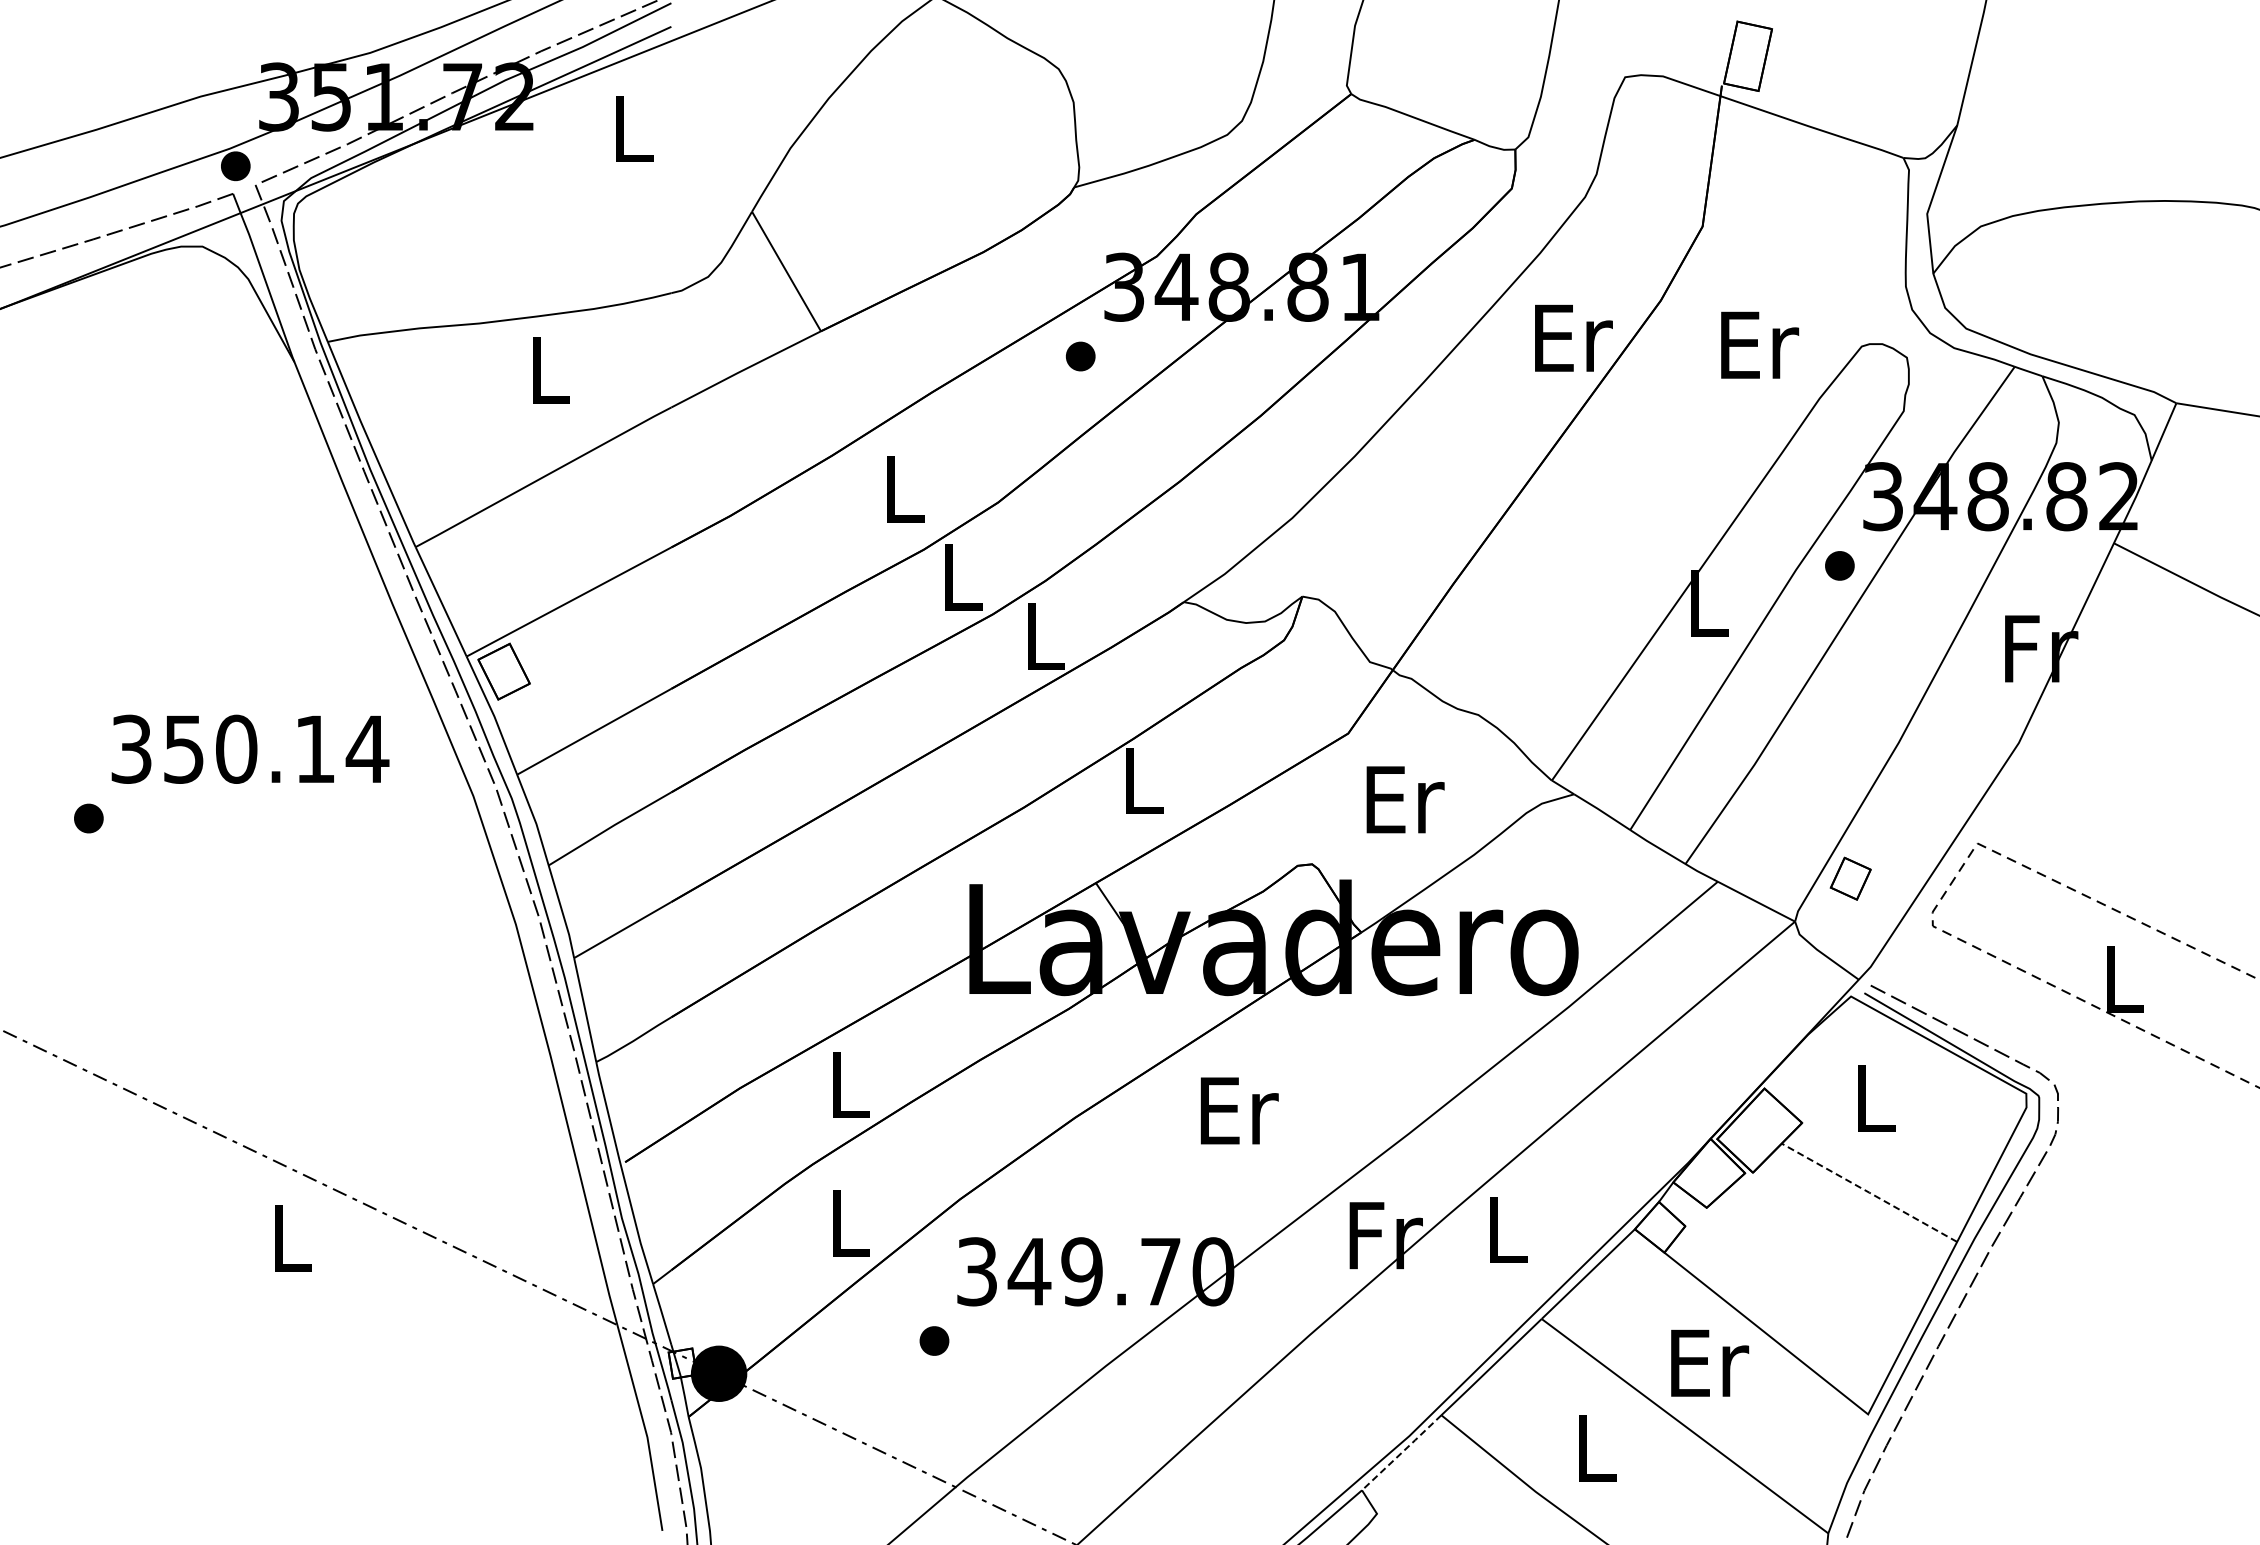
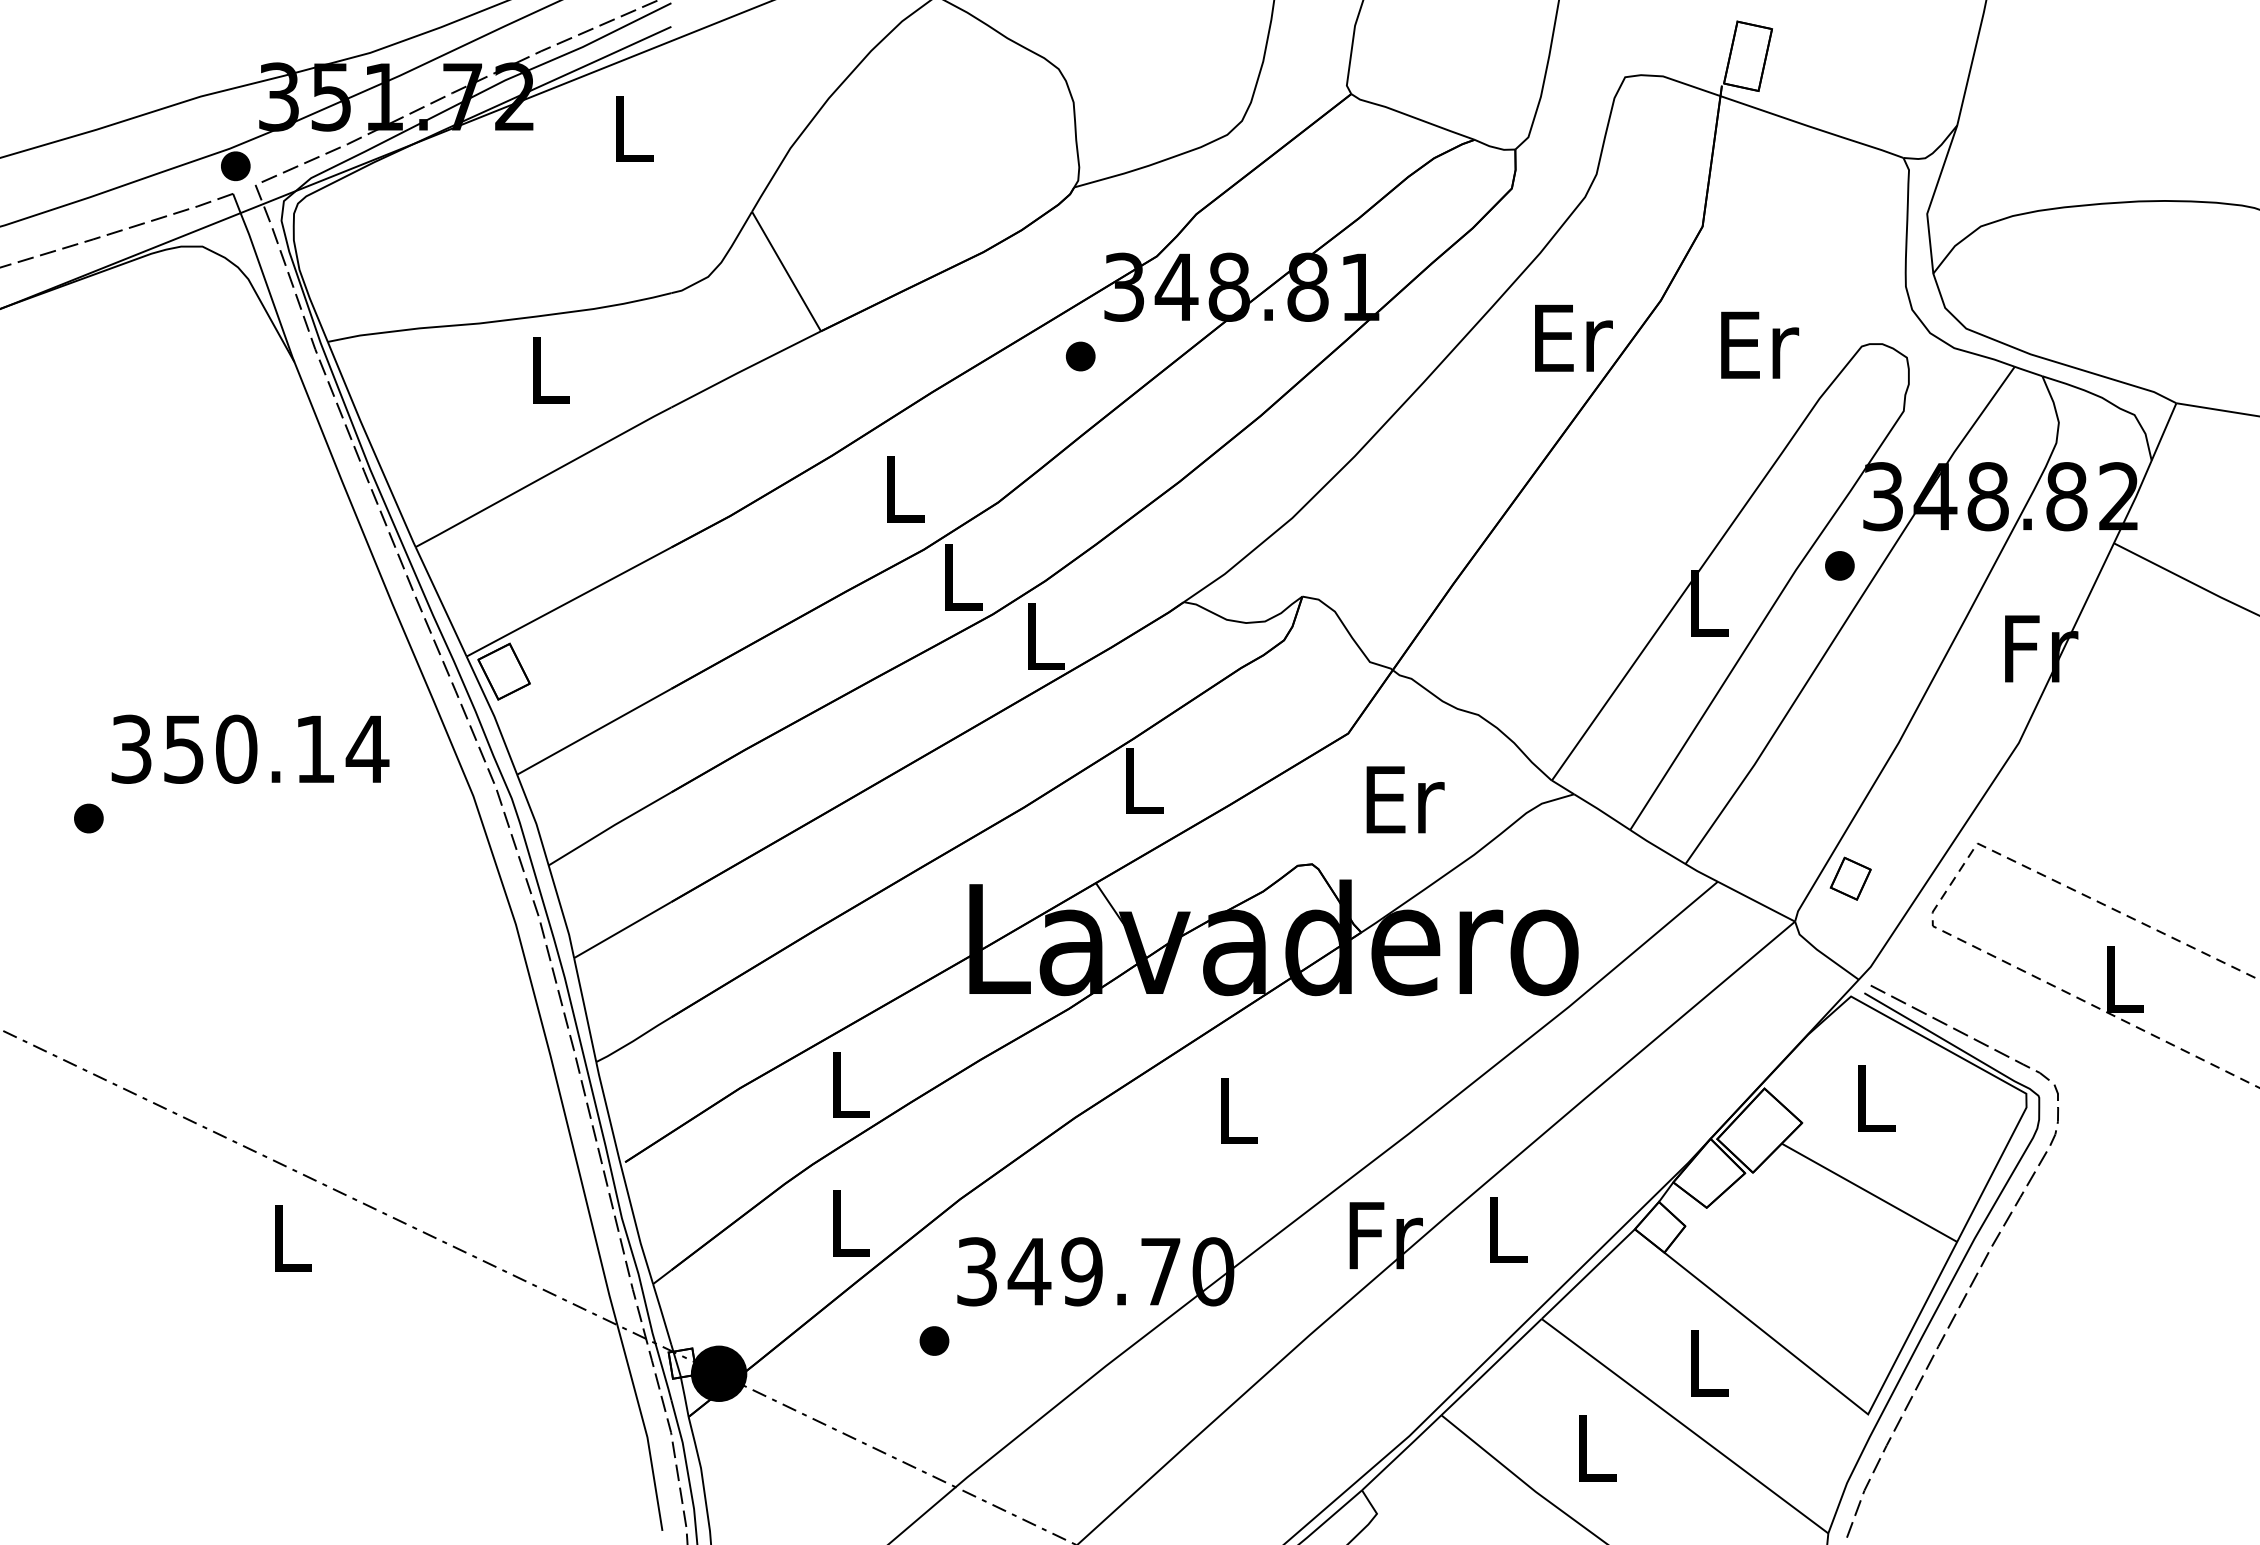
text at (1239, 1110): Er -> L
line at (1869, 1192): dashed -> solid
text at (1710, 1362): Er -> L
line at (1402, 1452): dashed -> solid
